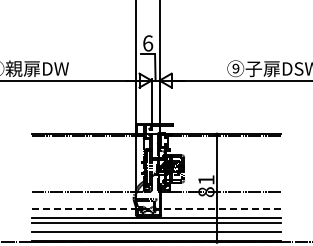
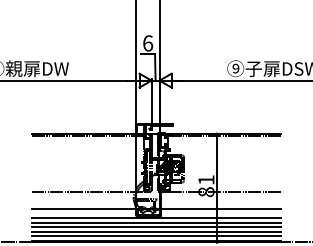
line at (156, 208): dashed -> solid
line at (156, 227): none -> present
line at (156, 235): none -> present
